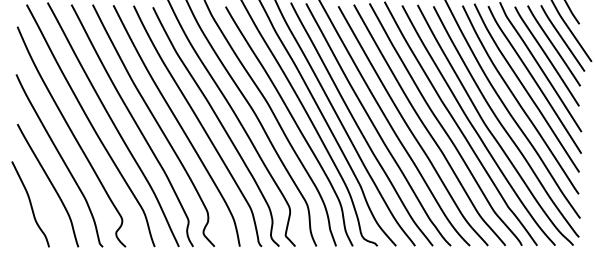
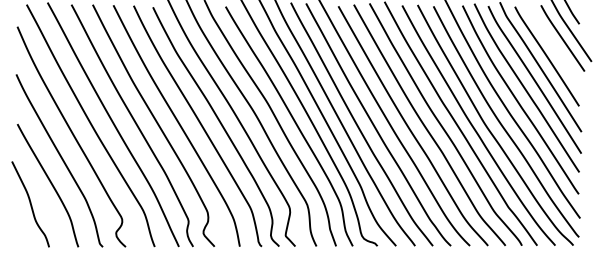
line at (553, 45): present -> none
